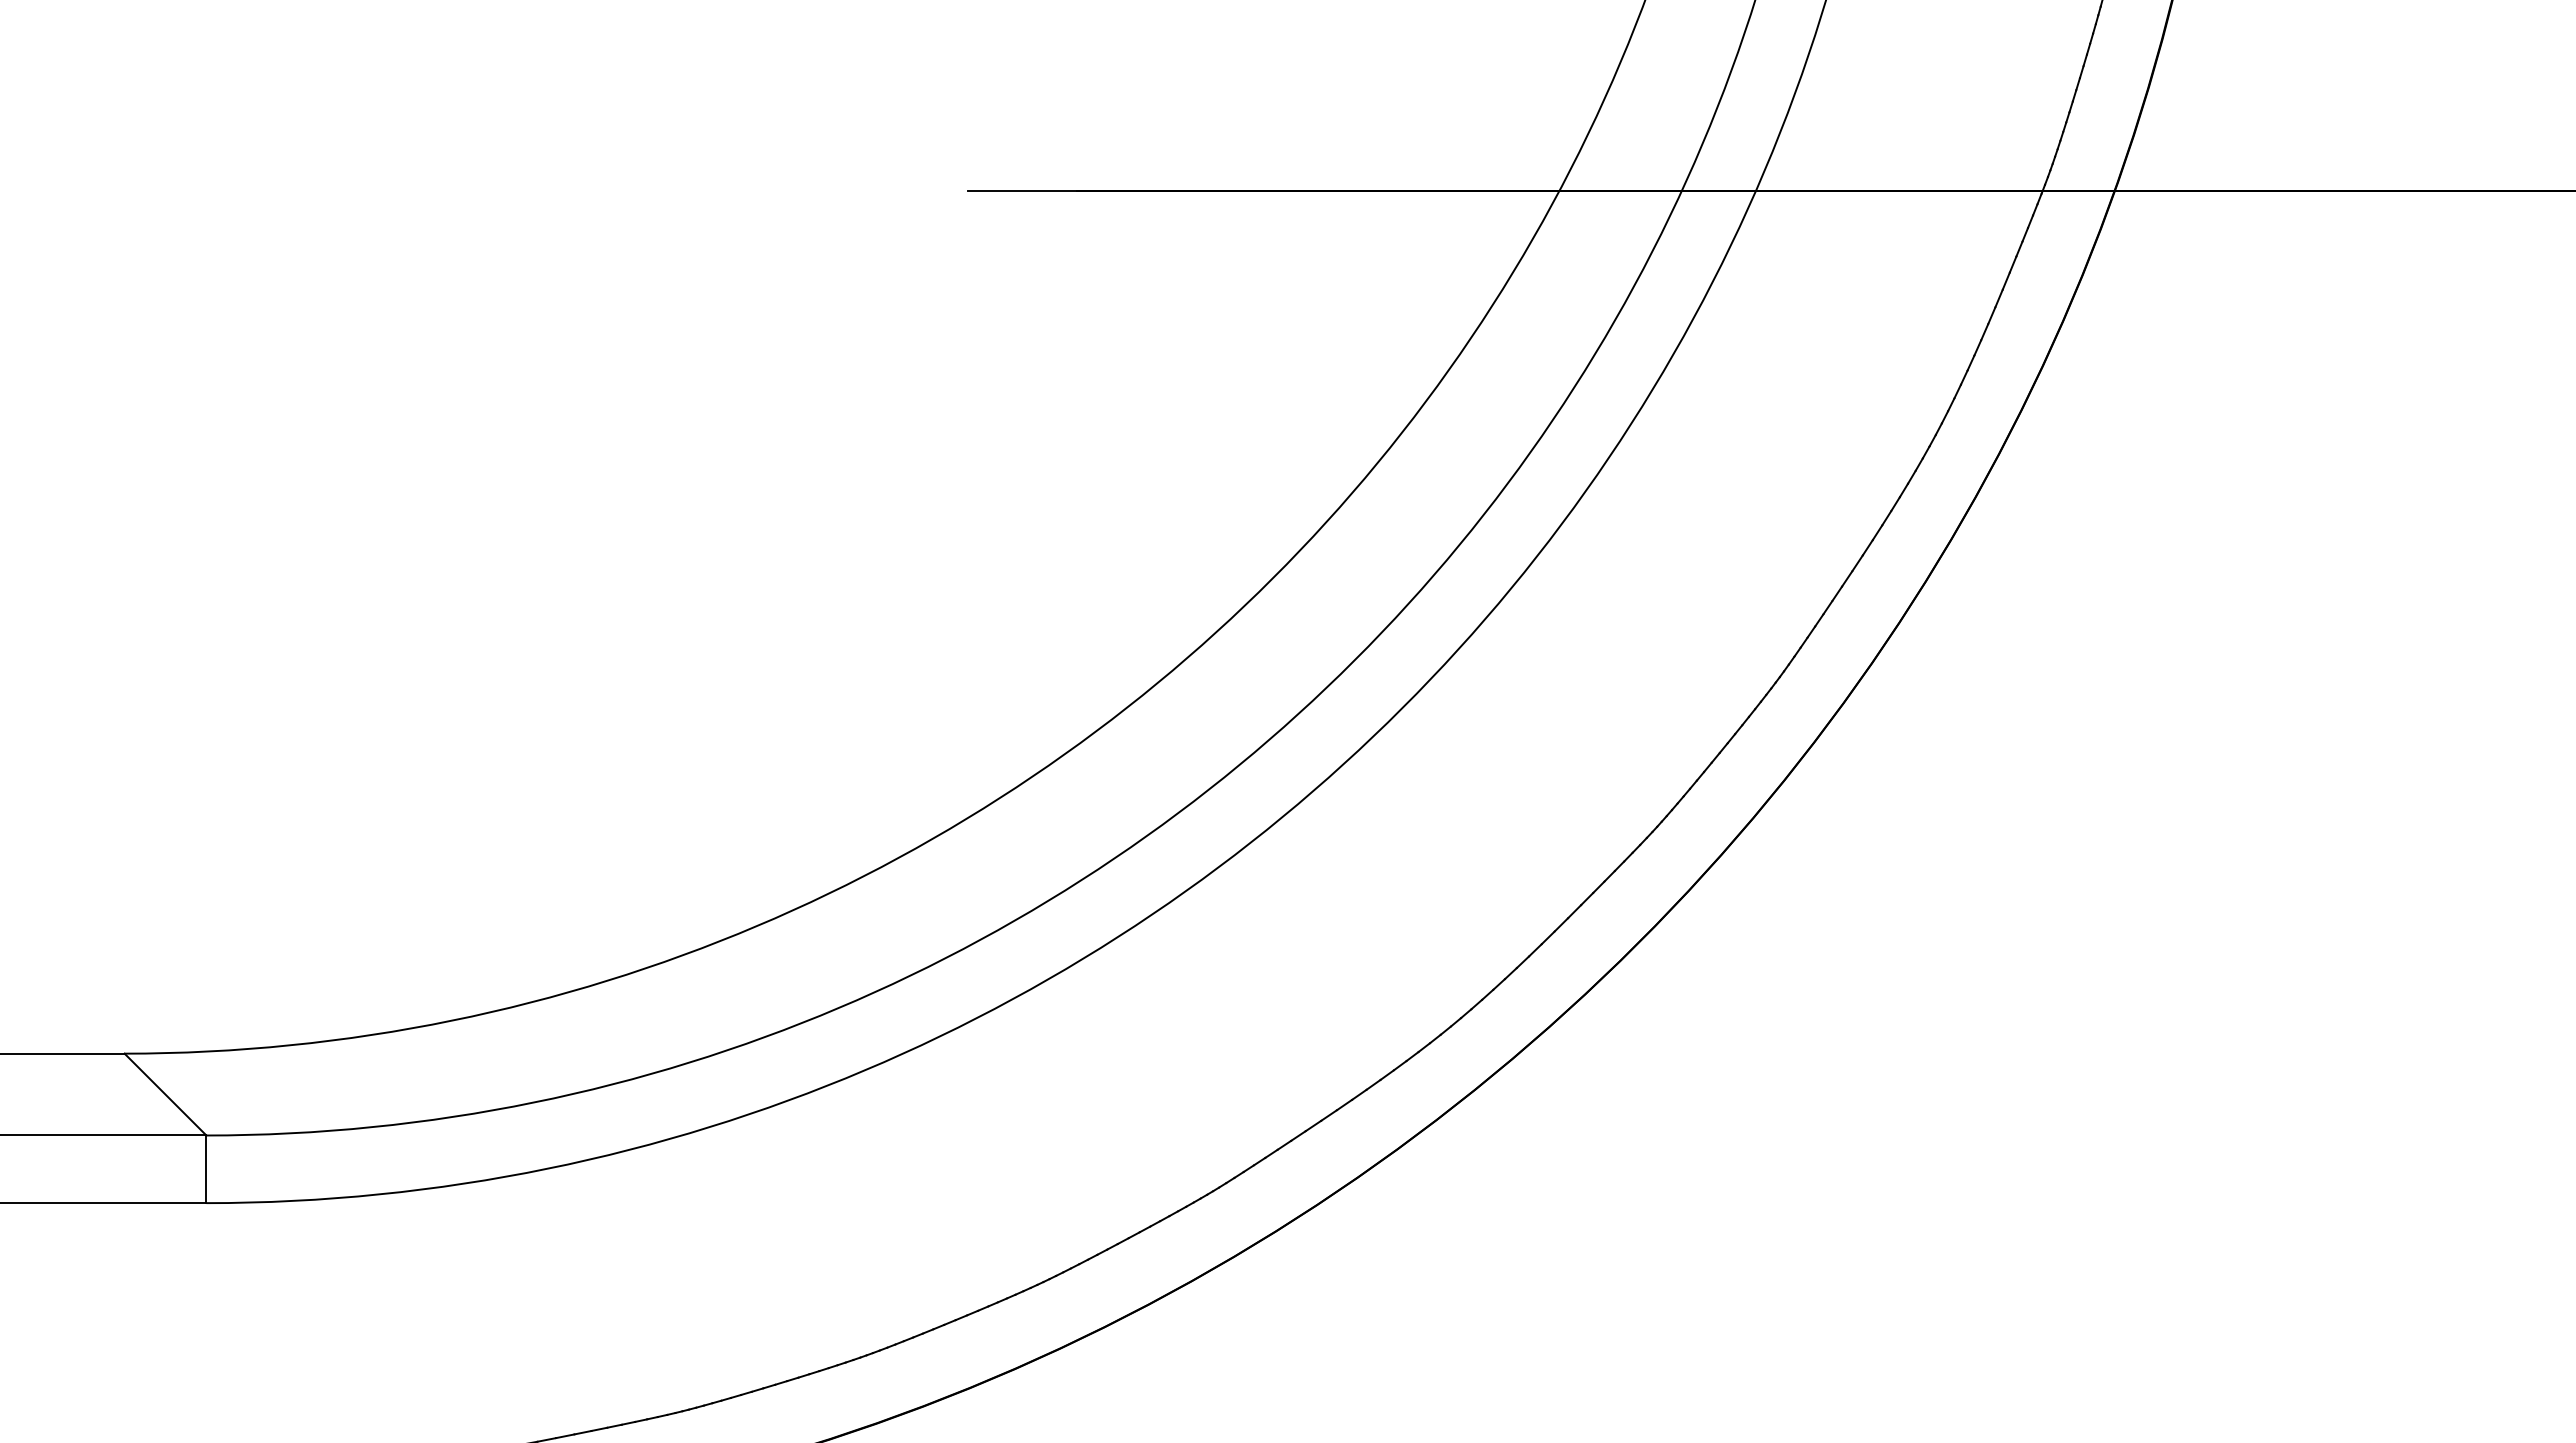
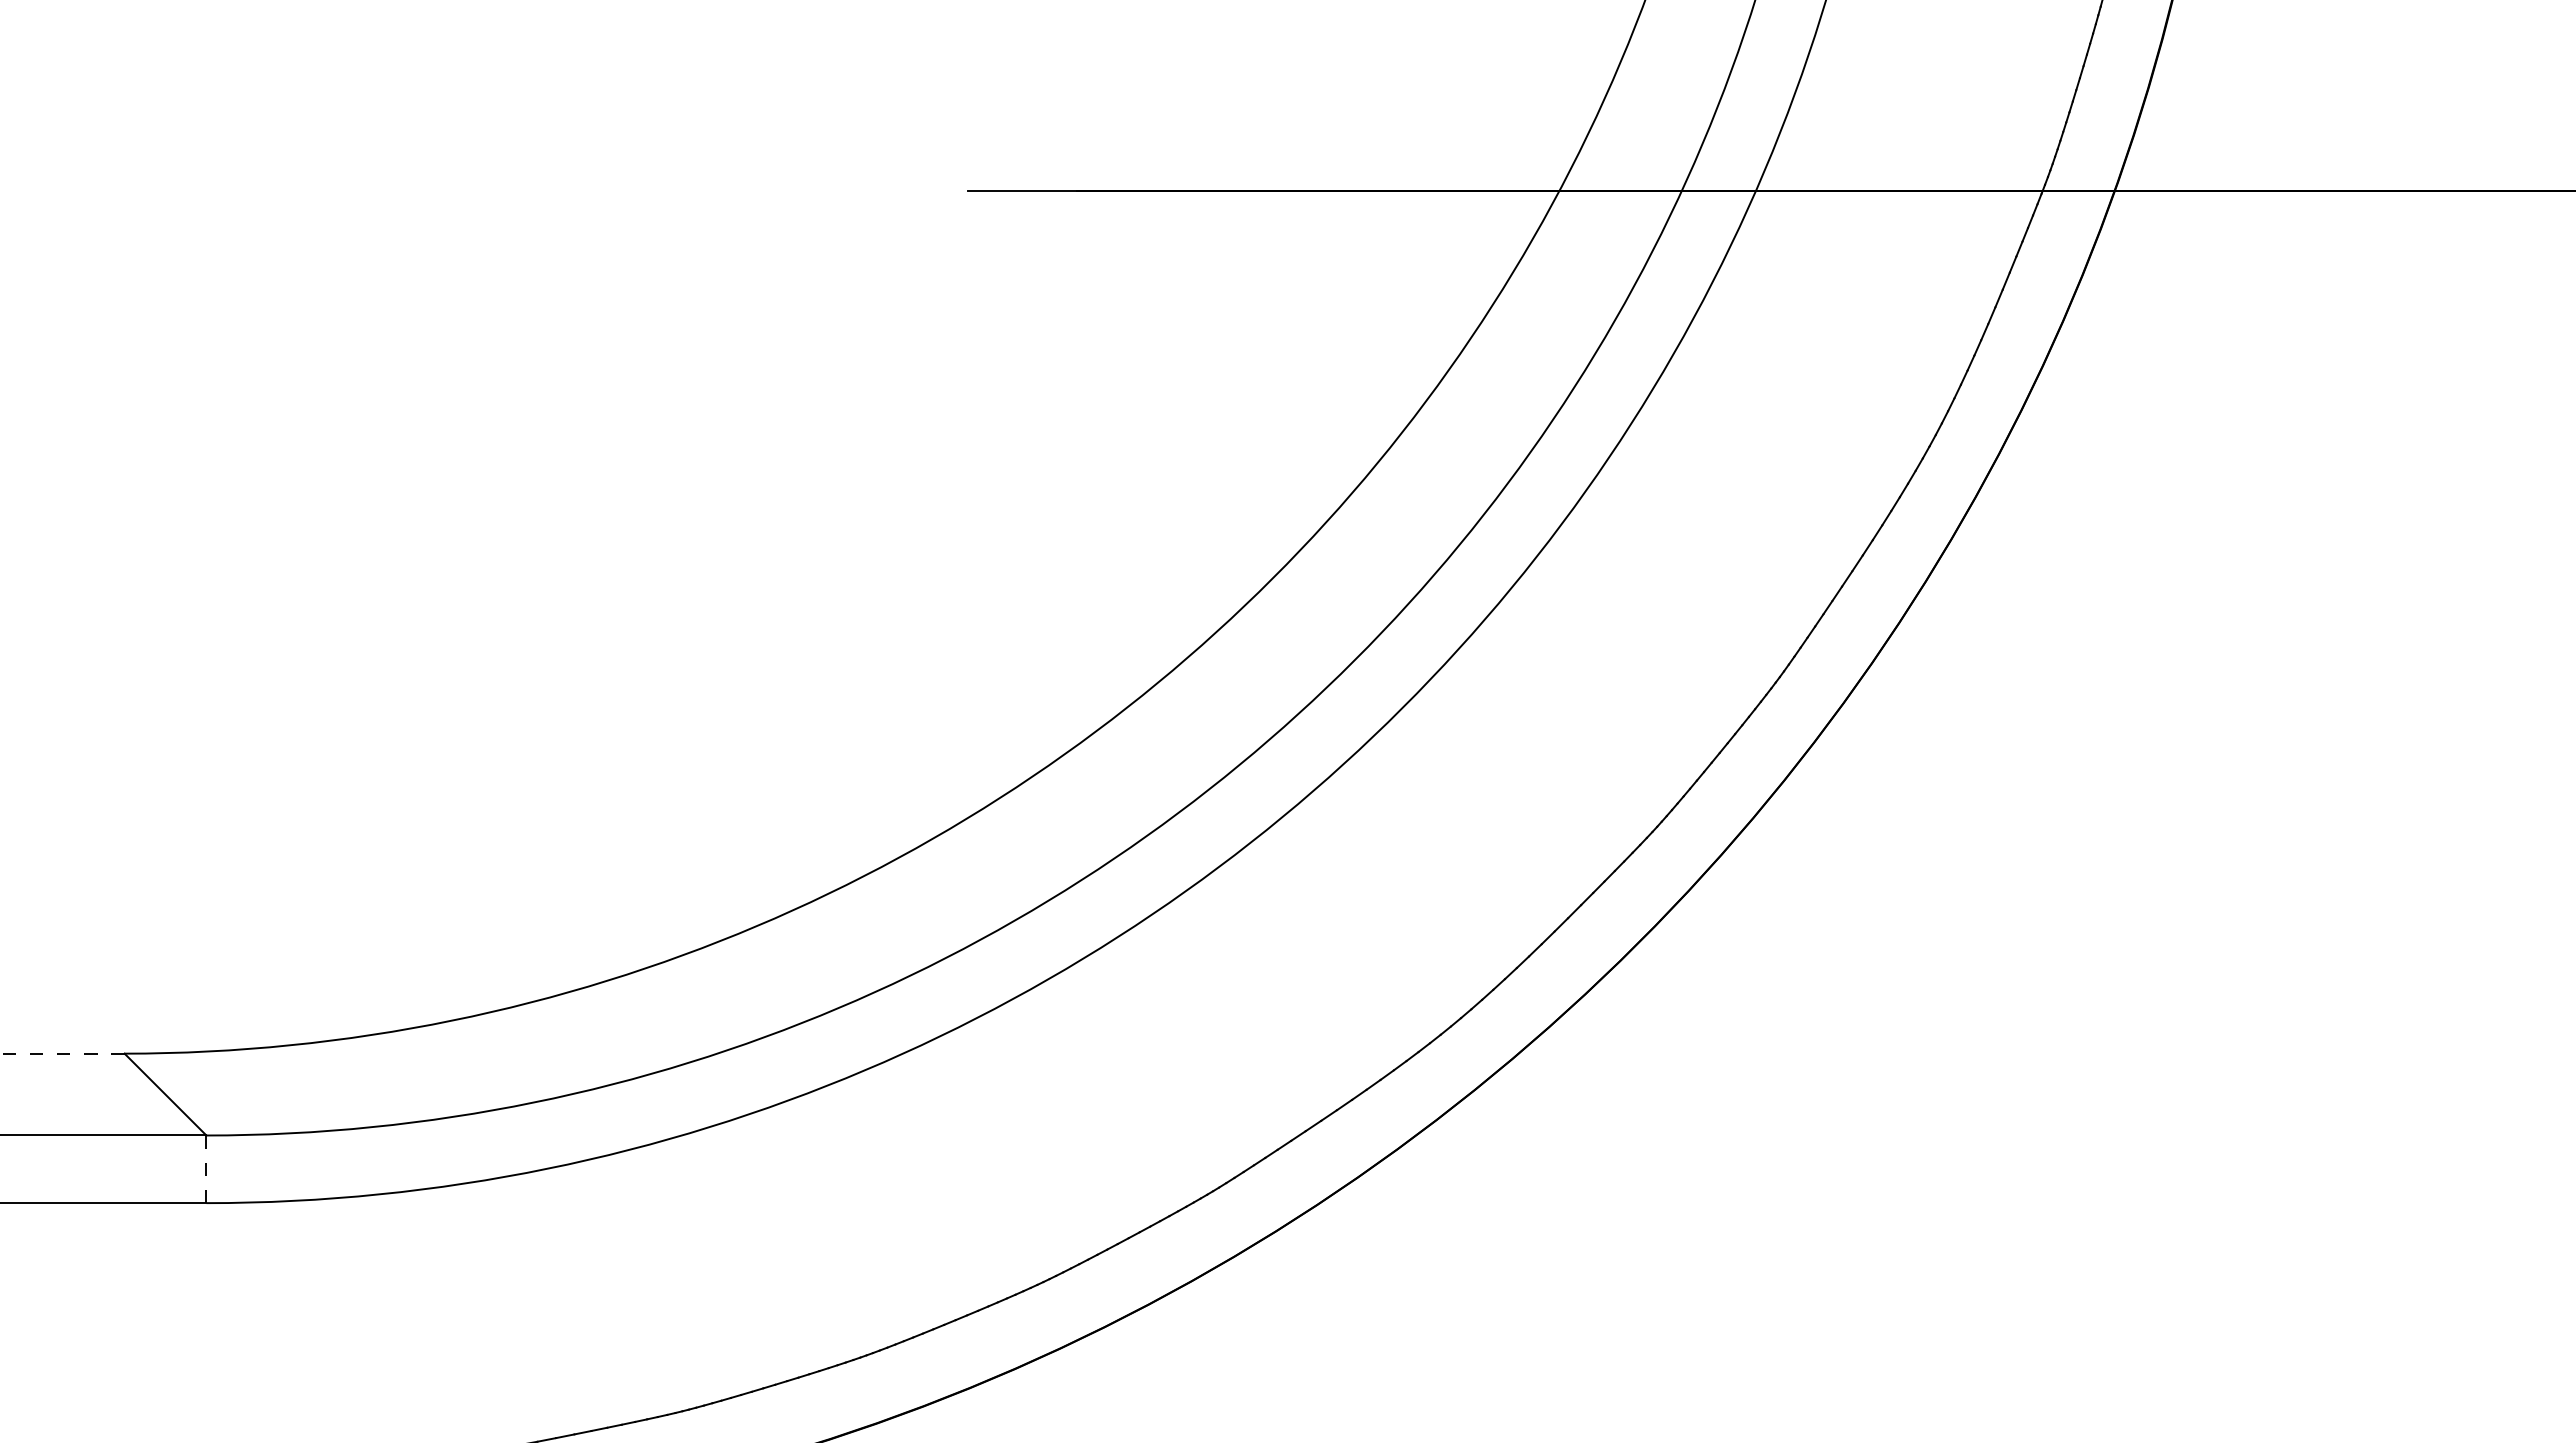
line at (62, 1053): solid -> dashed
line at (206, 1169): solid -> dashed
